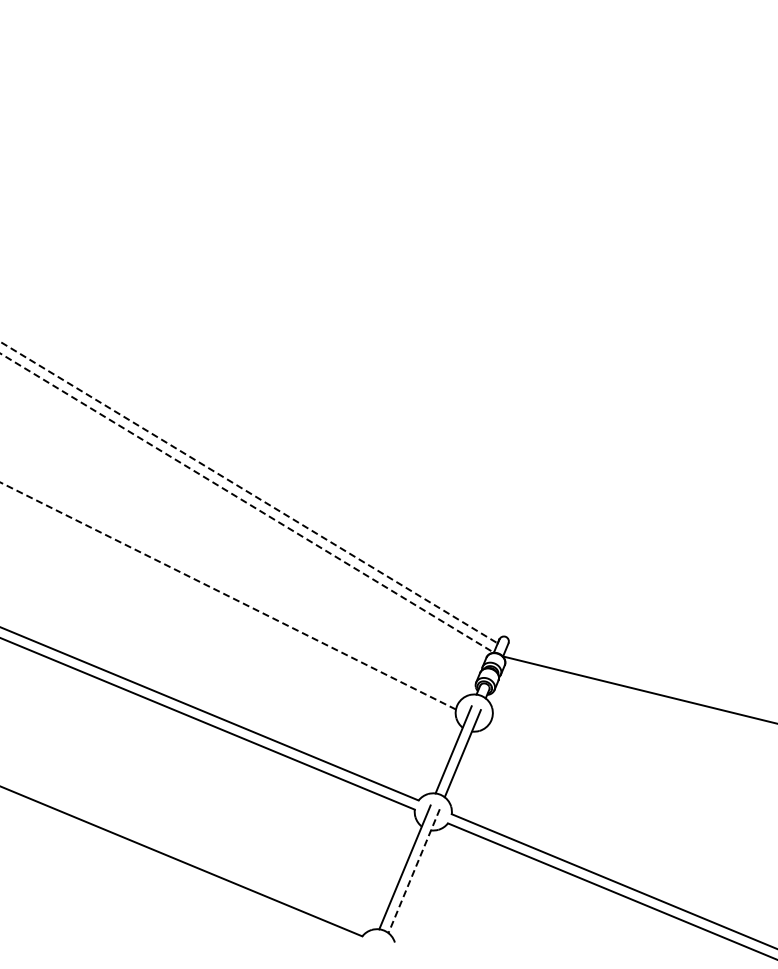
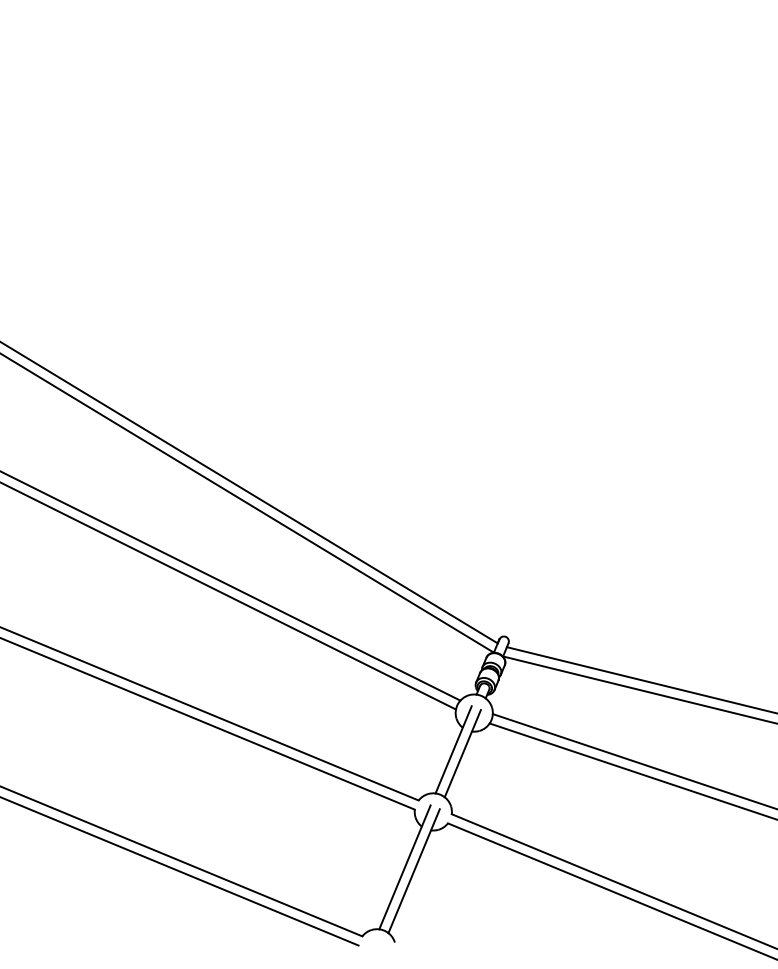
line at (249, 492): dashed -> solid
line at (247, 503): dashed -> solid
line at (231, 586): none -> present
line at (227, 595): dashed -> solid
line at (640, 679): none -> present
line at (633, 761): none -> present
line at (631, 770): none -> present
line at (180, 871): none -> present
line at (413, 871): dashed -> solid
